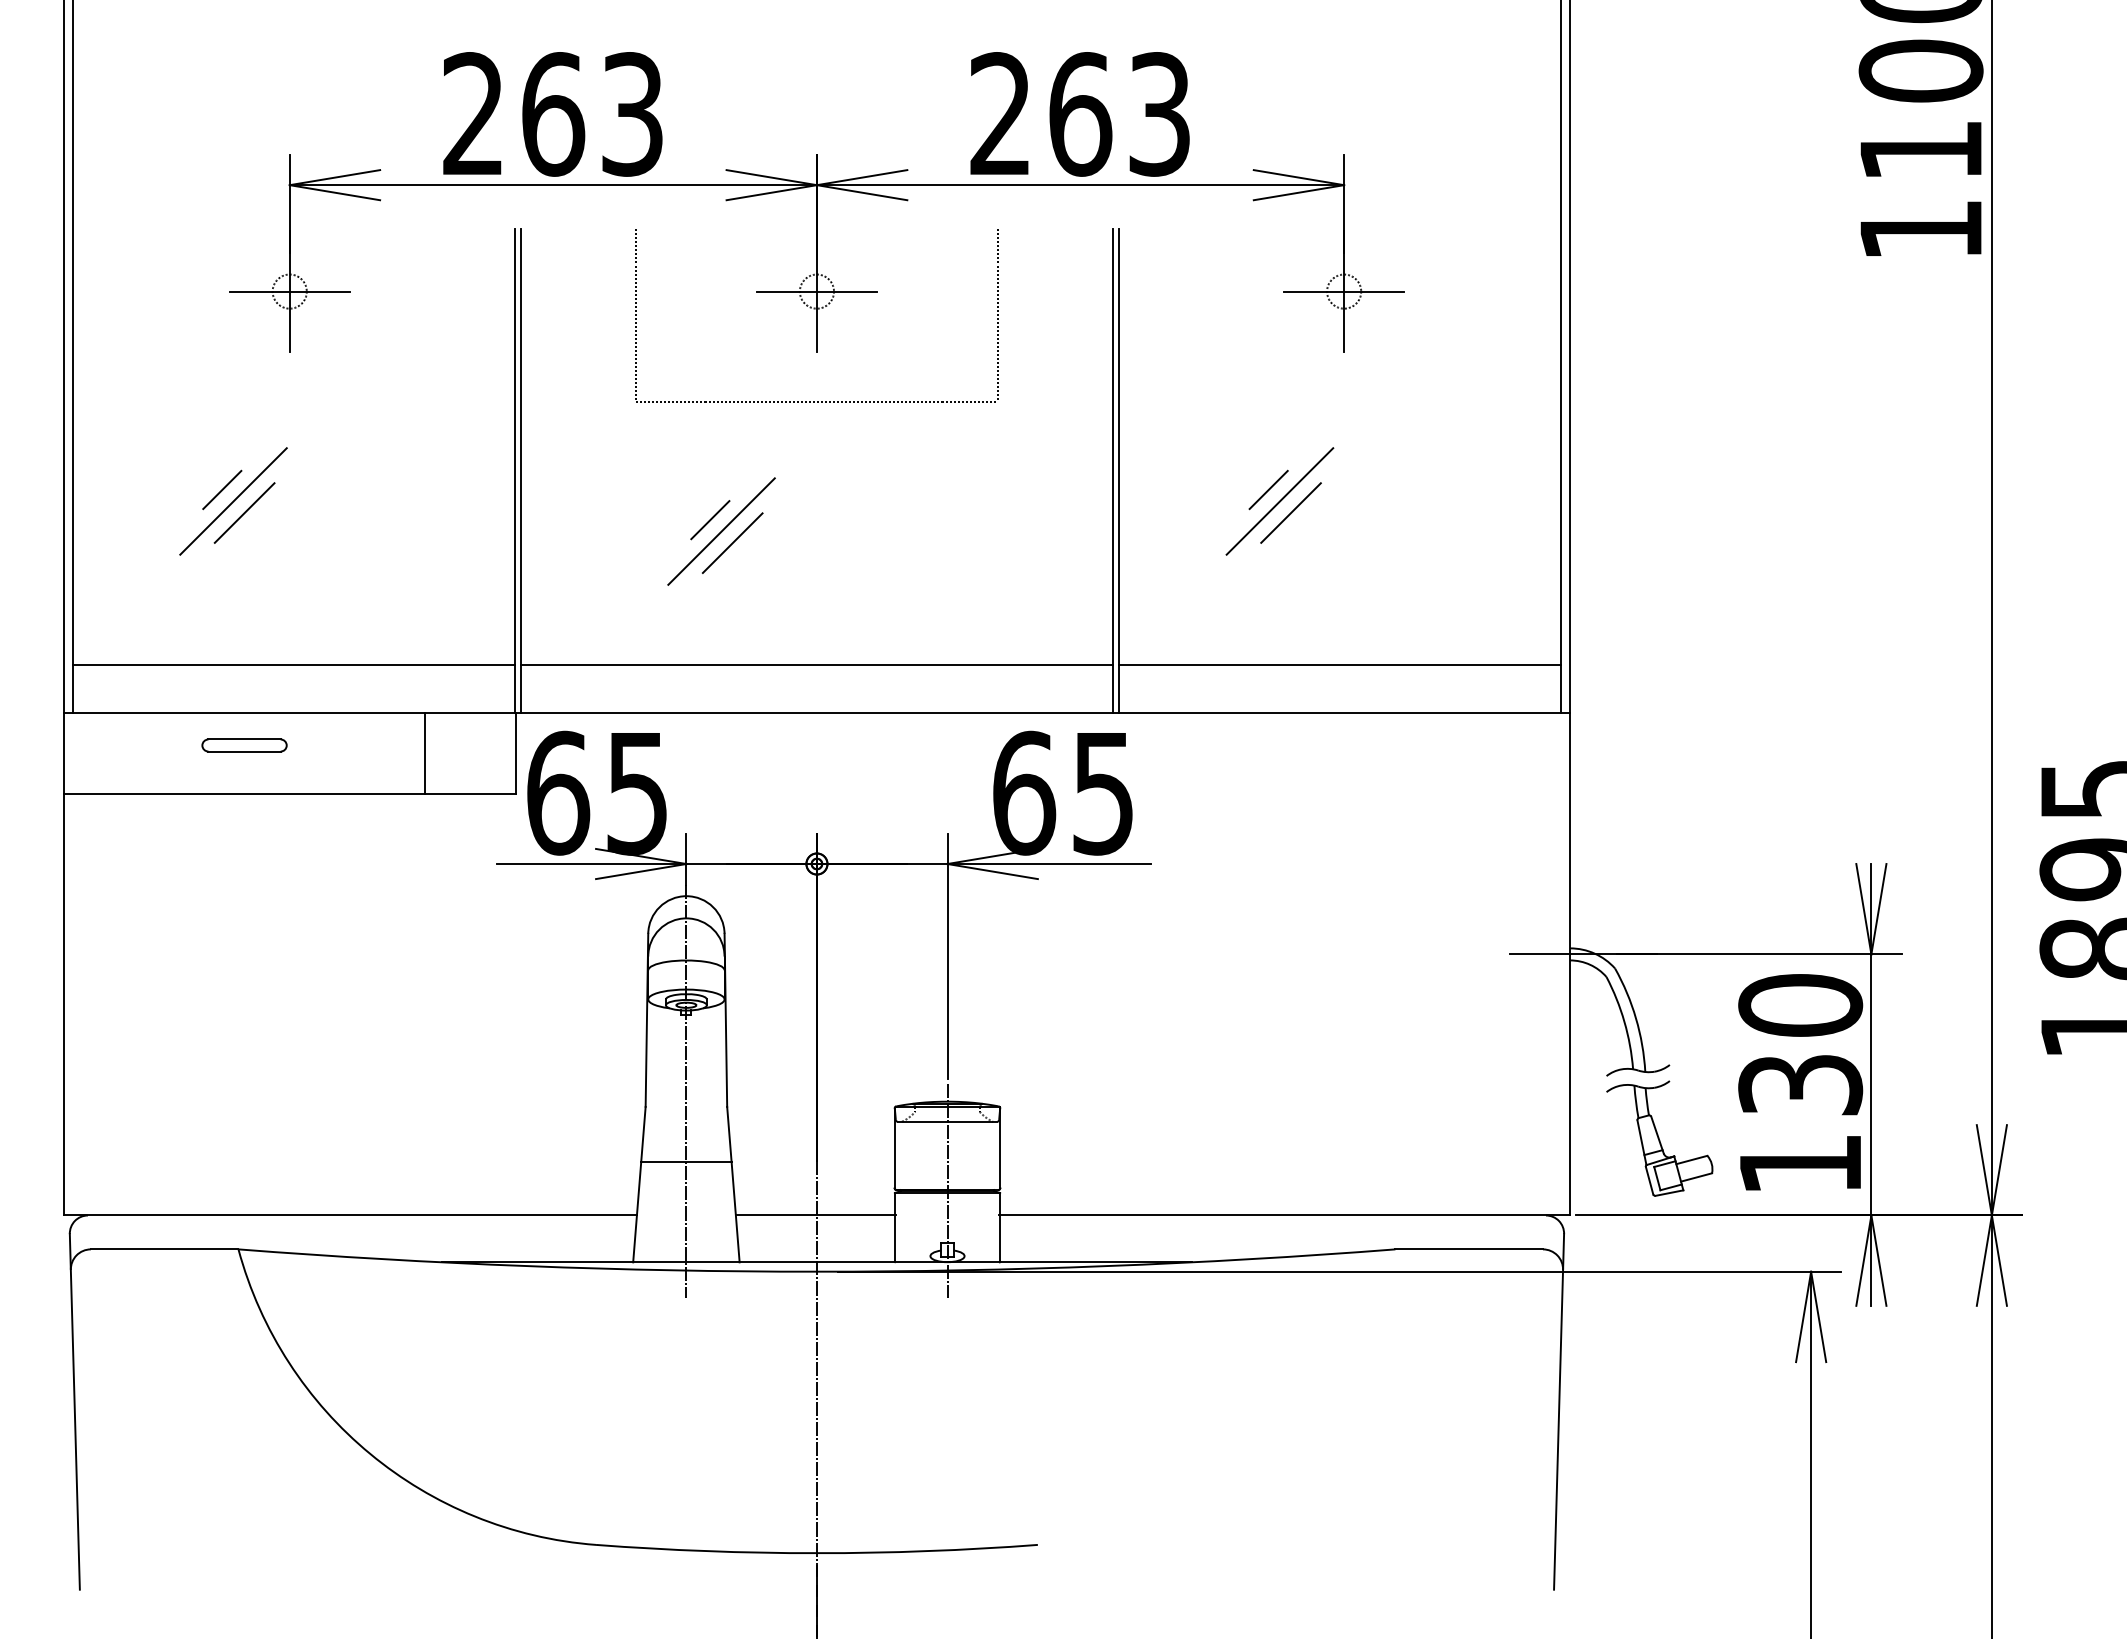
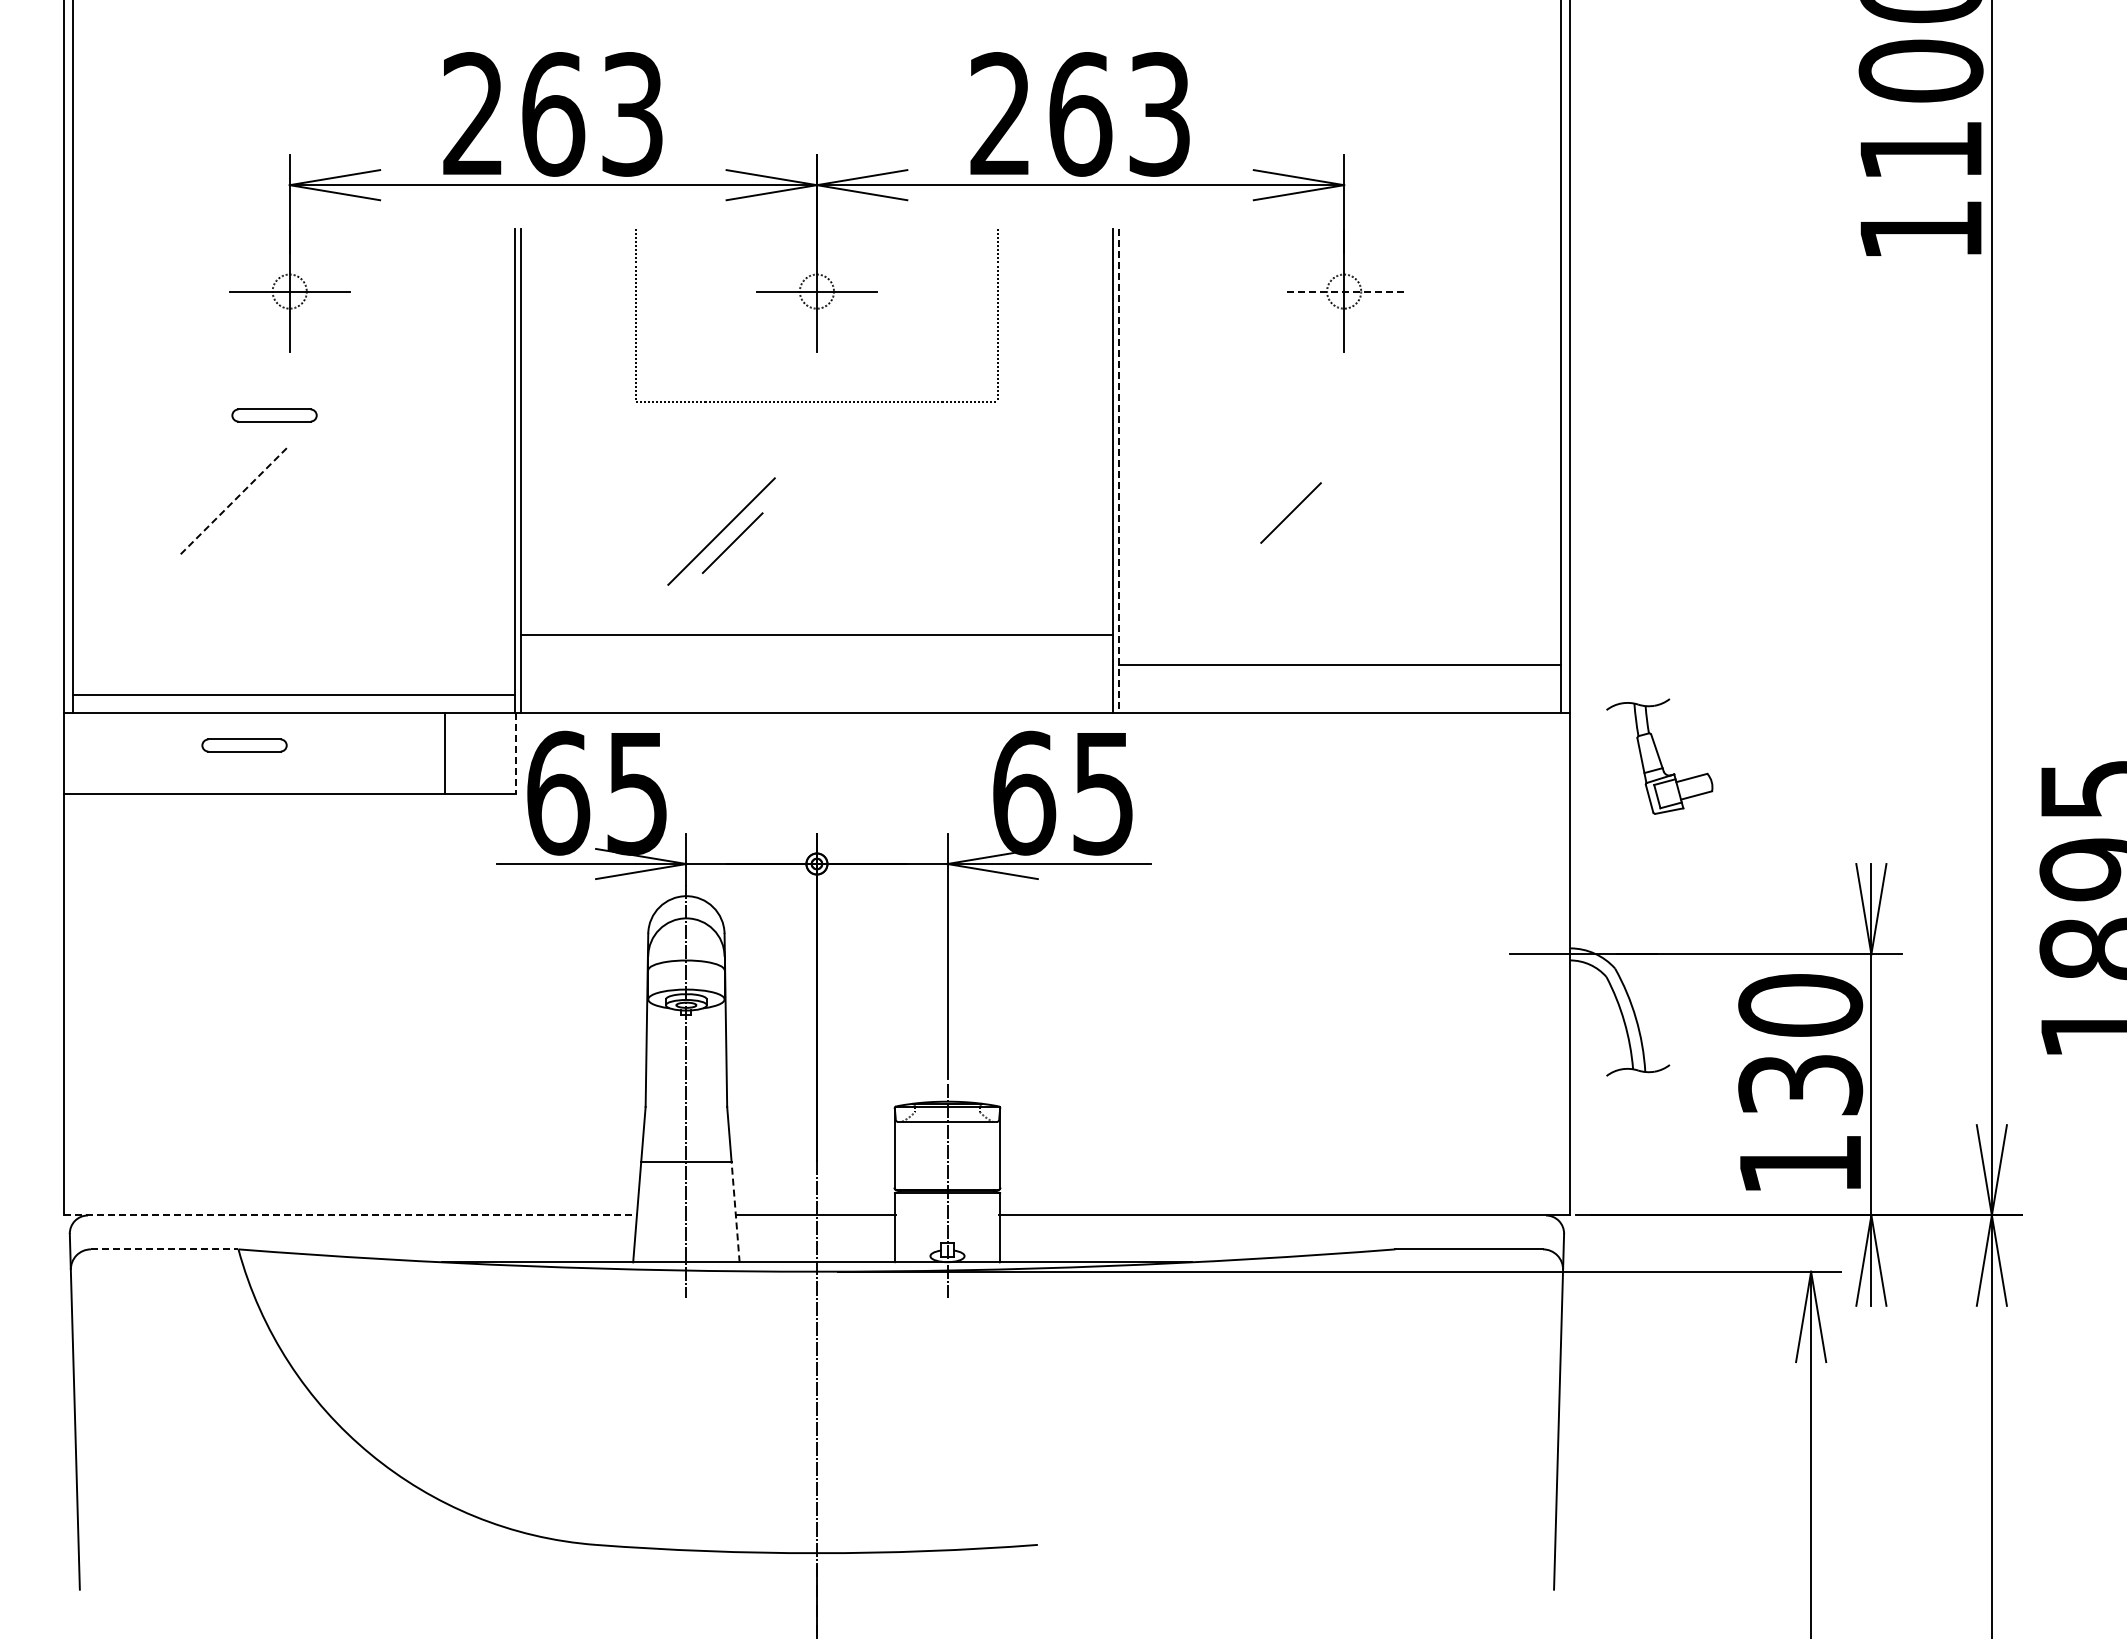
line at (1343, 291): solid -> dashed
part at (274, 415): none -> present
line at (1119, 471): solid -> dashed
line at (222, 489): present -> none
line at (1268, 489): present -> none
line at (233, 501): solid -> dashed
line at (1279, 501): present -> none
line at (244, 512): present -> none
line at (710, 520): present -> none
line at (293, 665) position: (293, 665) -> (293, 695)
line at (816, 665) position: (816, 665) -> (816, 635)
line at (425, 753) position: (425, 753) -> (445, 753)
line at (515, 754): solid -> dashed
part at (1659, 1138) position: (1659, 1138) -> (1659, 756)
line at (735, 1211): solid -> dashed
line at (350, 1215): solid -> dashed
line at (164, 1249): solid -> dashed
